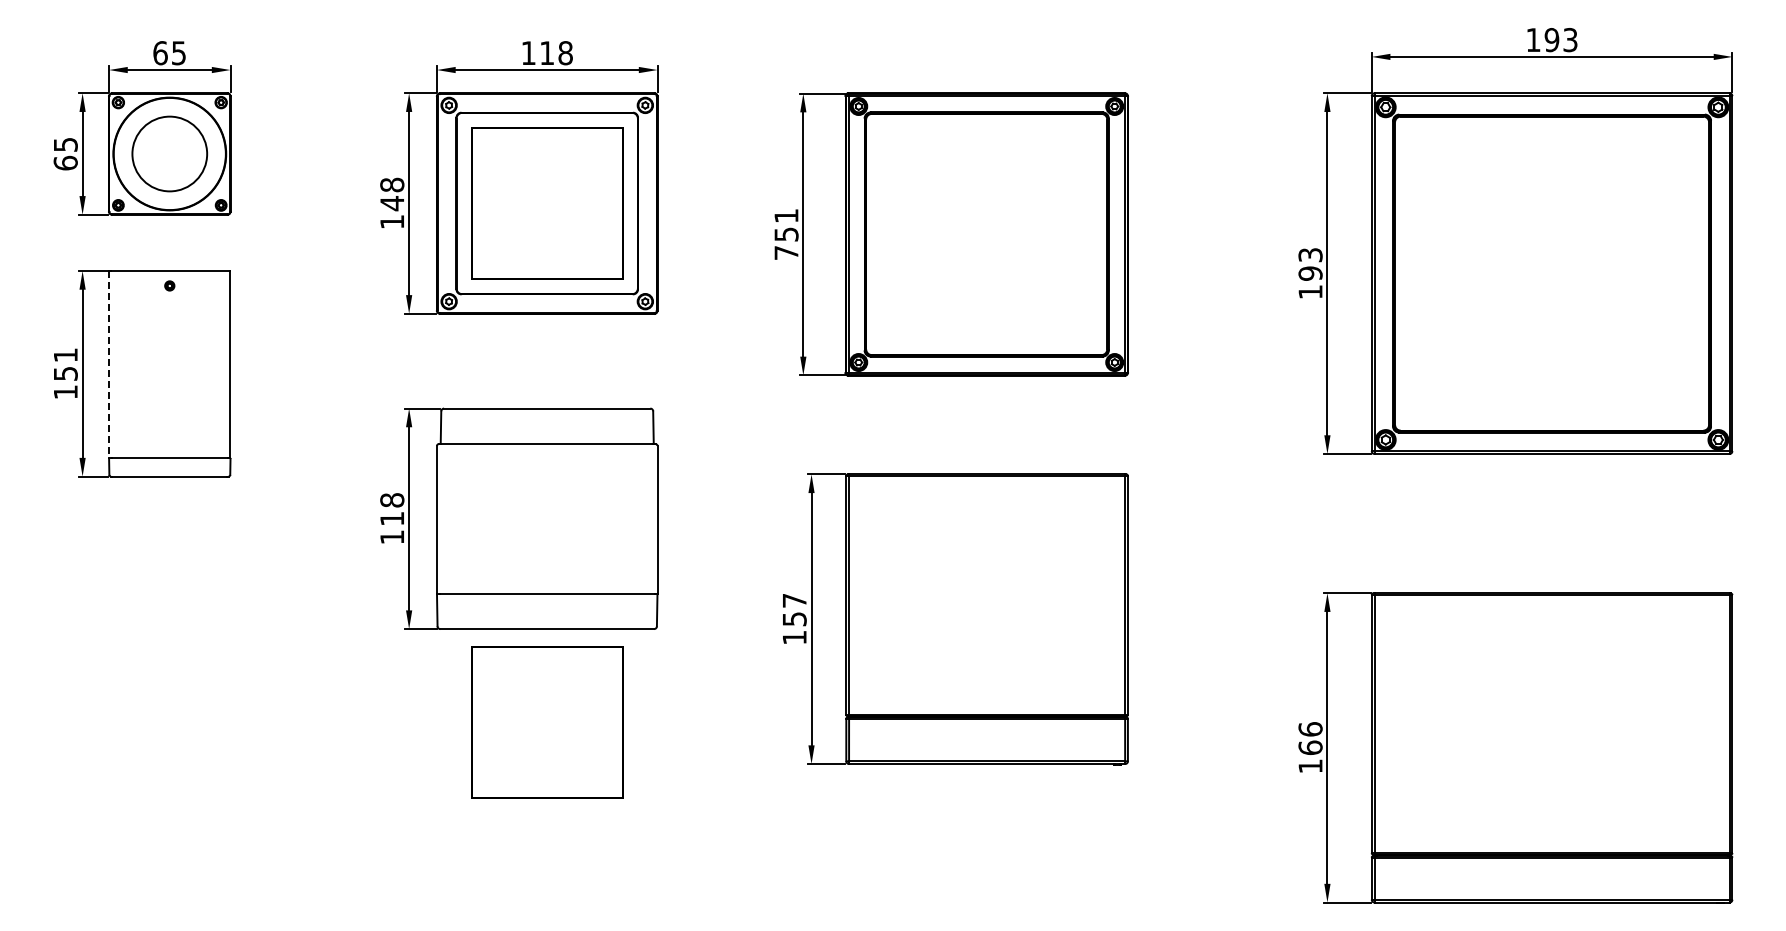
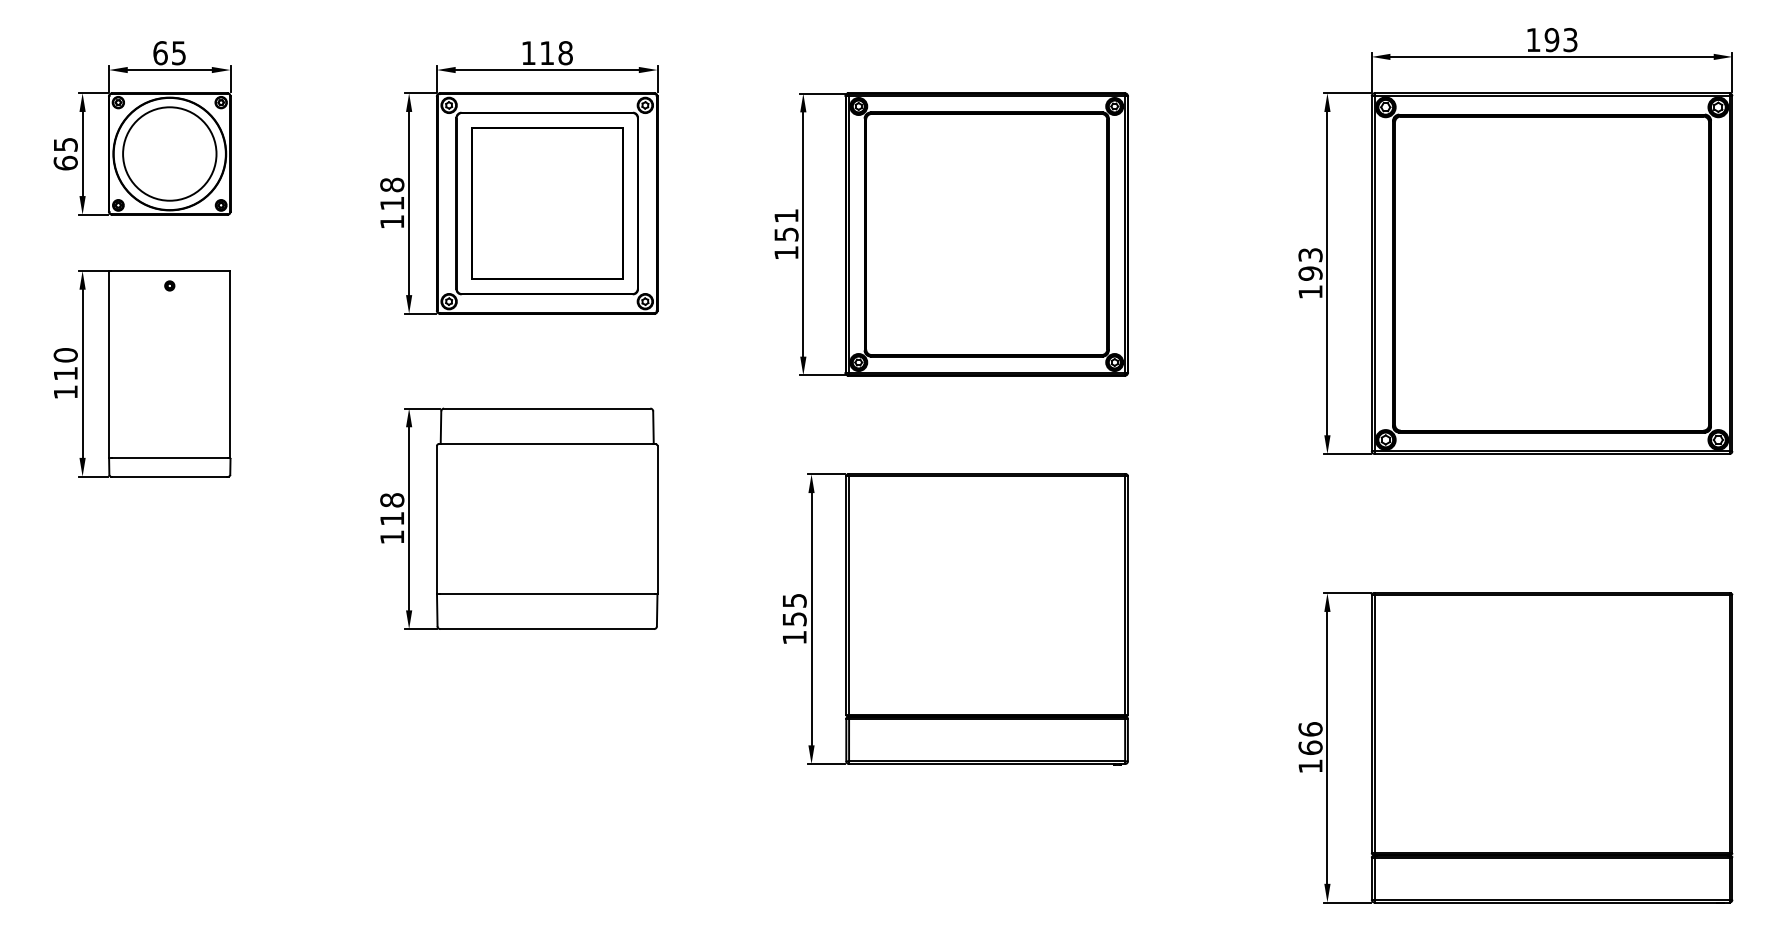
circle at (169, 153) diameter: 75 px -> 93 px
text at (391, 203): 148 -> 118
text at (786, 252): 751 -> 151
text at (65, 364): 151 -> 110
line at (109, 364): dashed -> solid
text at (794, 600): 157 -> 155
part at (547, 722): present -> none
